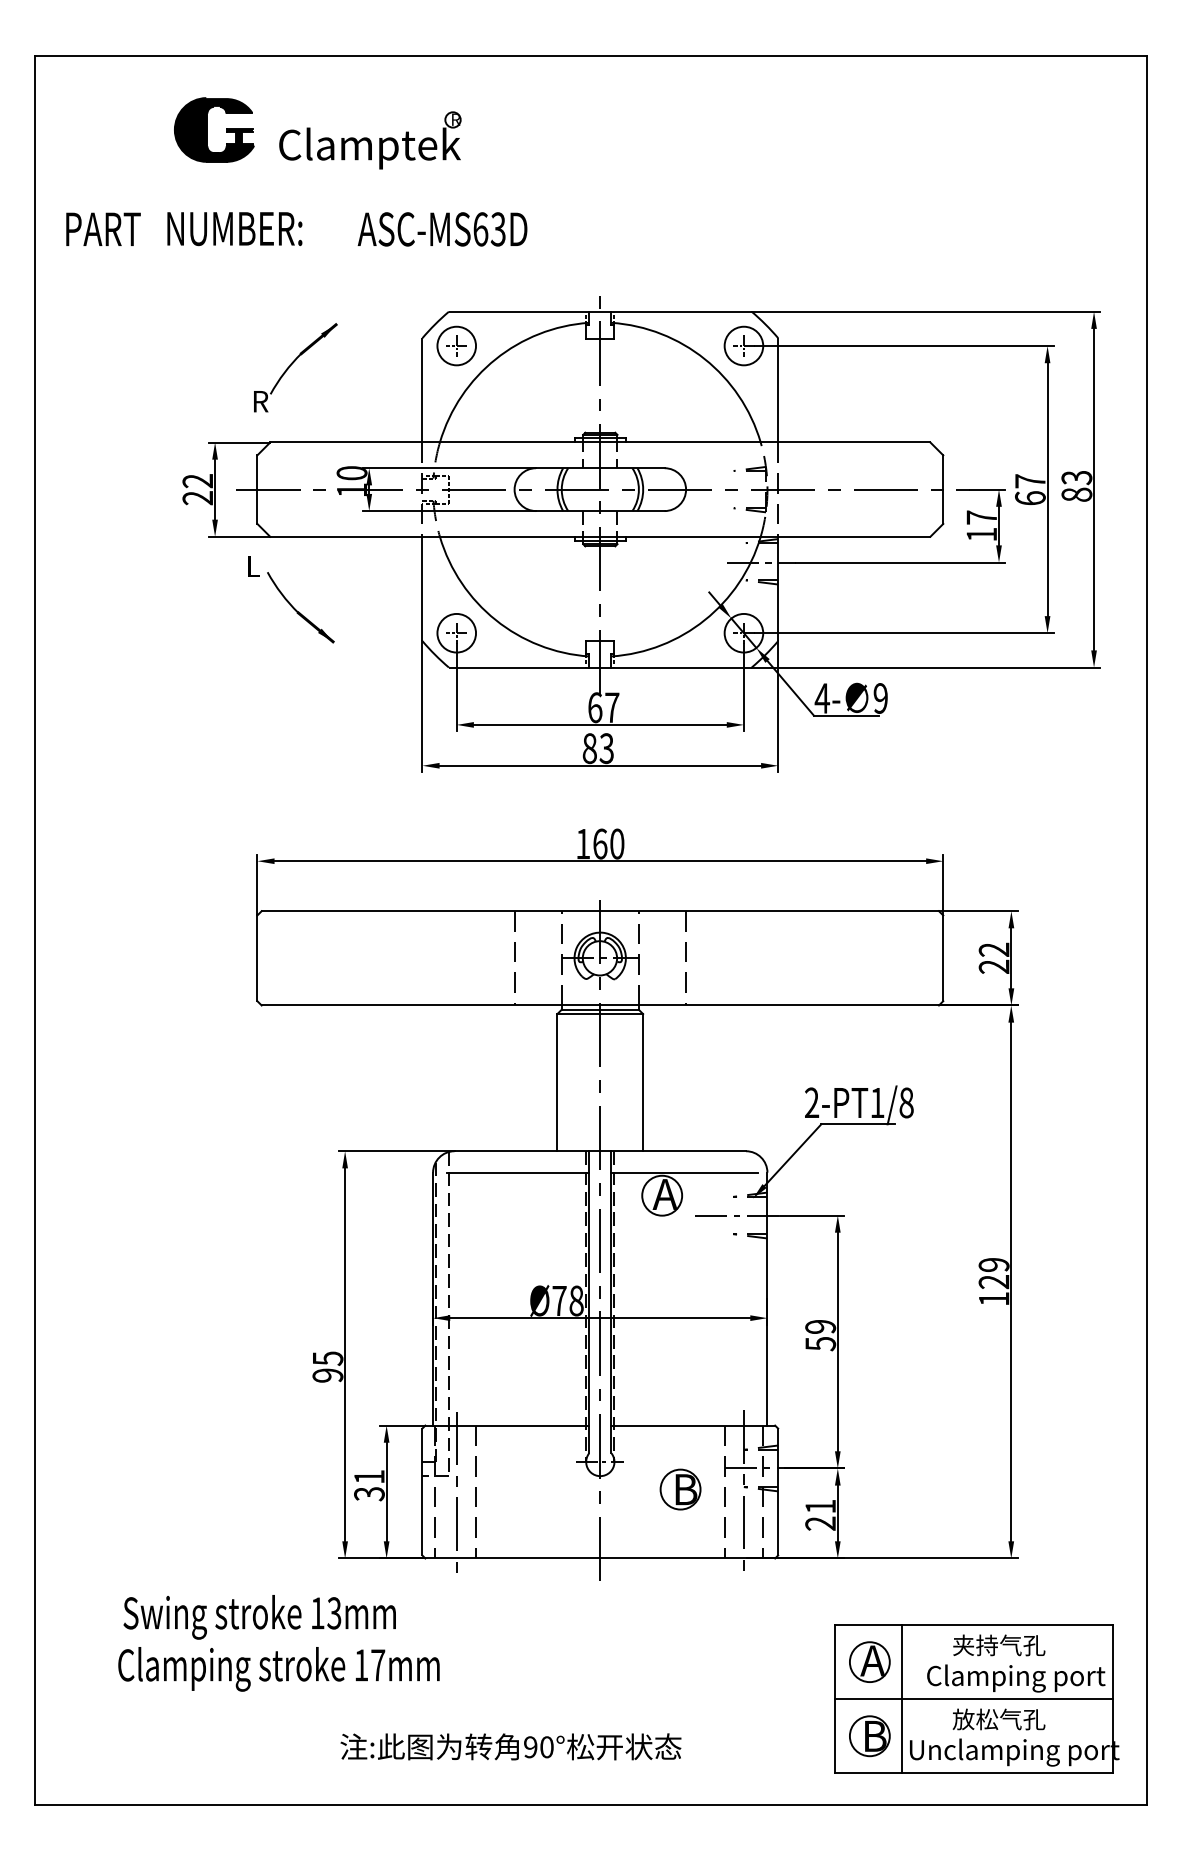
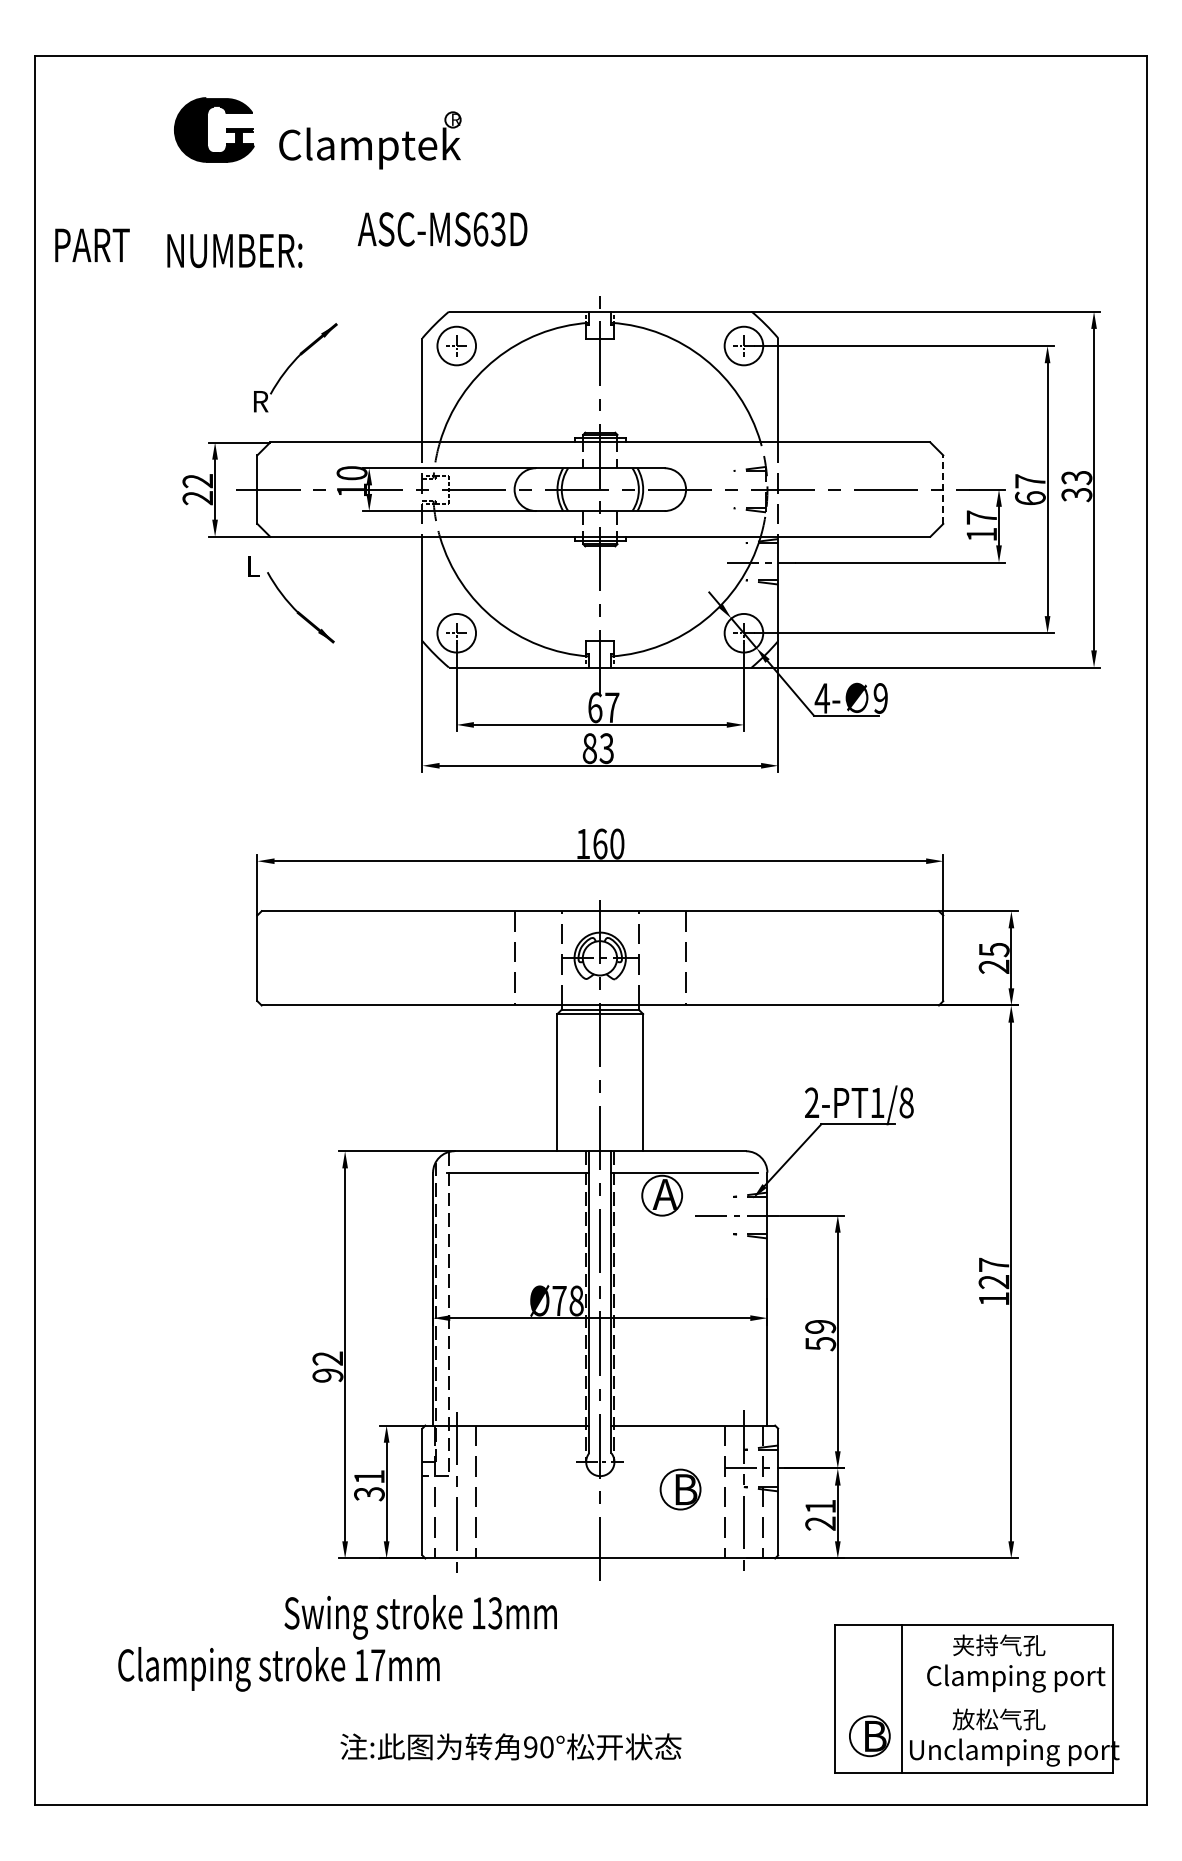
text at (103, 228) position: (103, 228) -> (92, 244)
text at (234, 229) position: (234, 229) -> (234, 251)
line at (943, 489): solid -> dashed
text at (1076, 494): 83 -> 33
text at (993, 949): 22 -> 25
text at (993, 1264): 129 -> 127
text at (327, 1358): 95 -> 92
text at (259, 1617) position: (259, 1617) -> (420, 1617)
part at (869, 1661): present -> none
line at (973, 1698): present -> none
